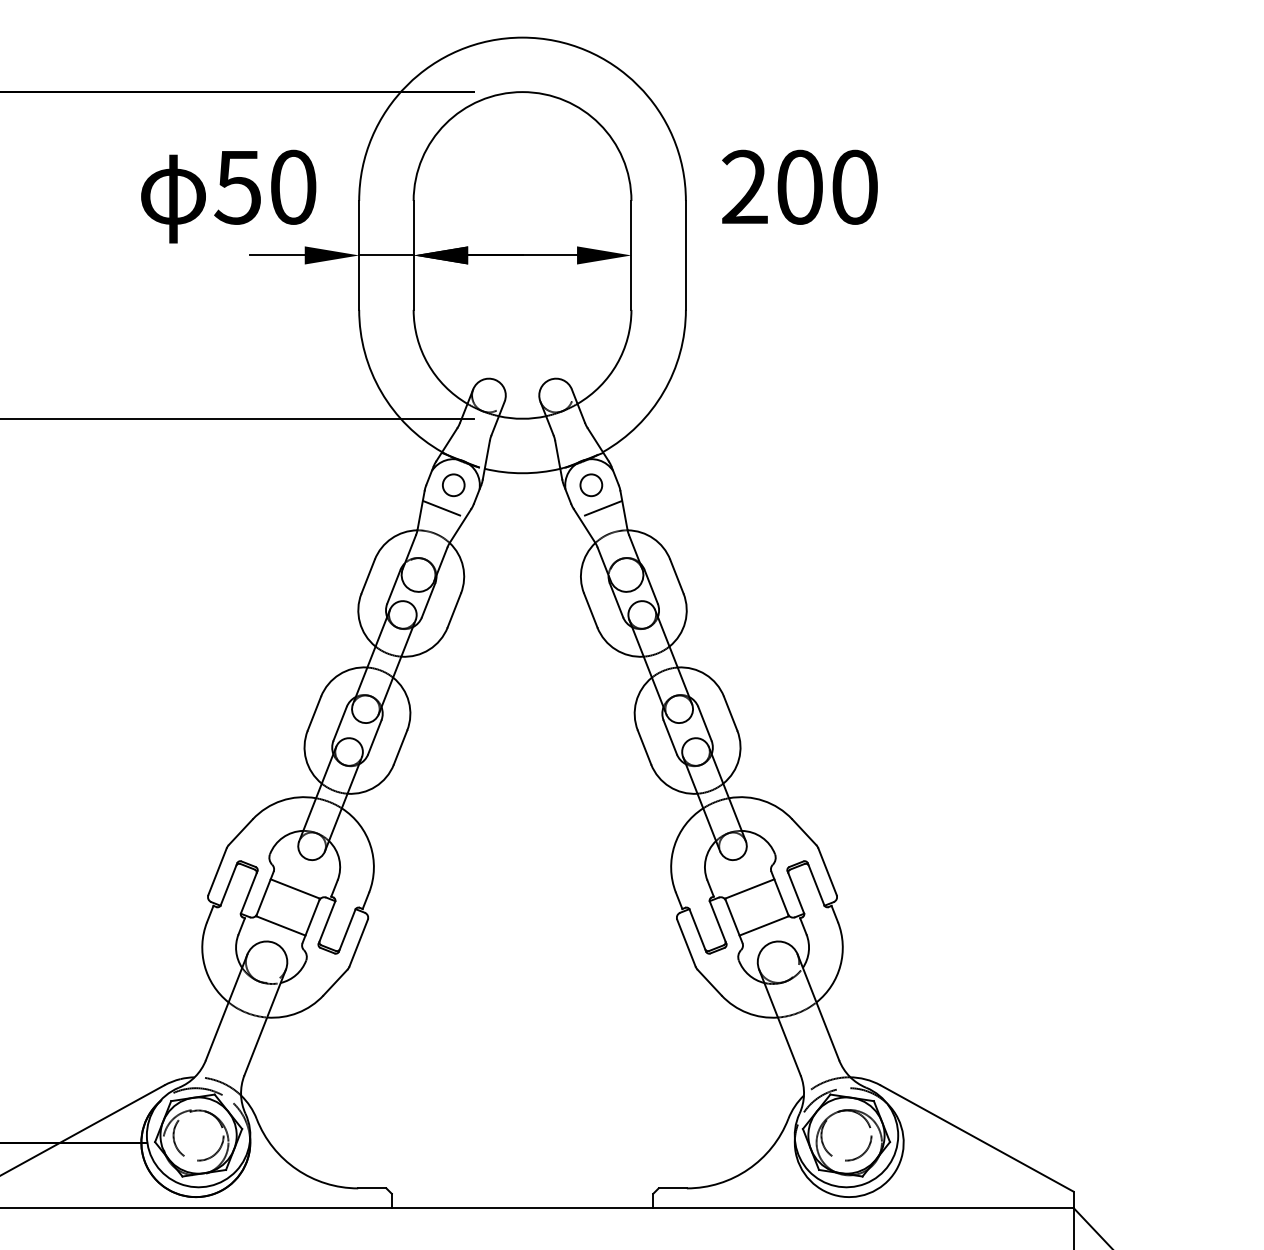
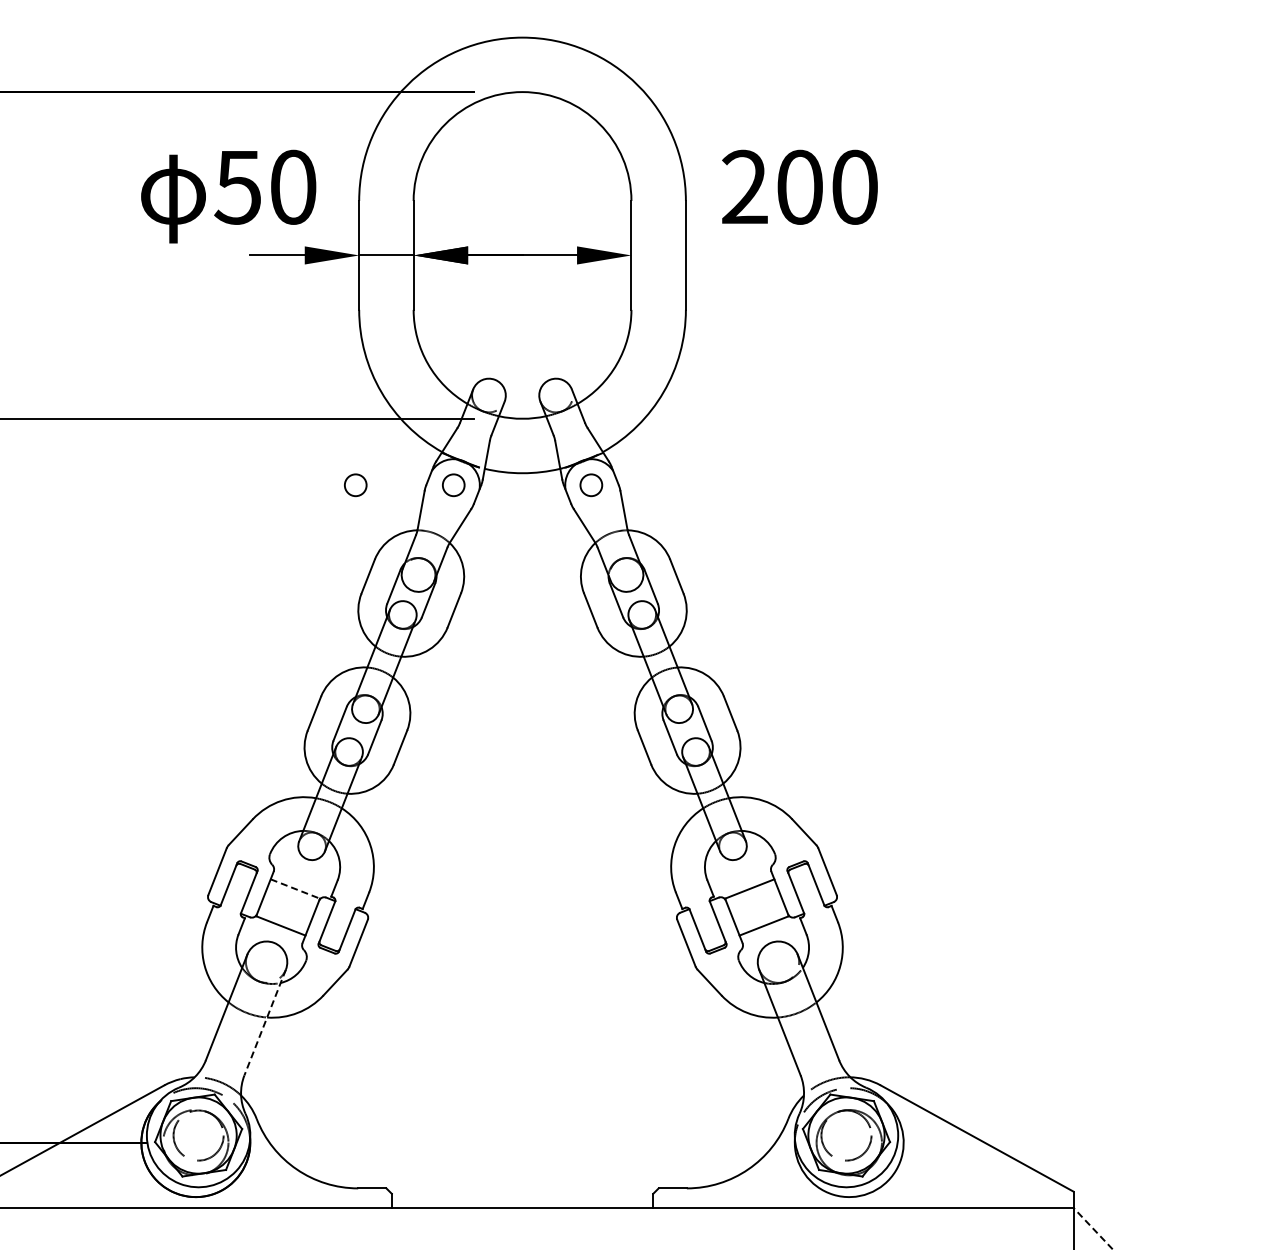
circle at (355, 485): none -> present
line at (443, 508): present -> none
line at (600, 508): present -> none
line at (295, 889): solid -> dashed
line at (265, 1022): solid -> dashed
line at (1092, 1228): solid -> dashed
